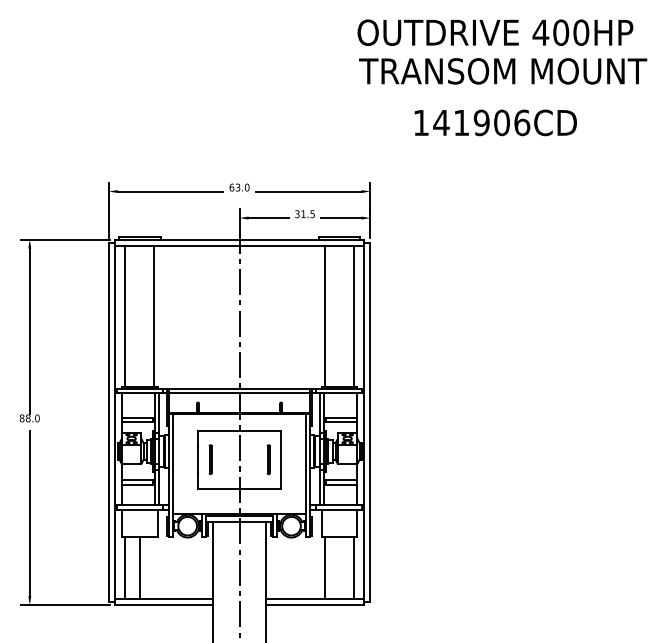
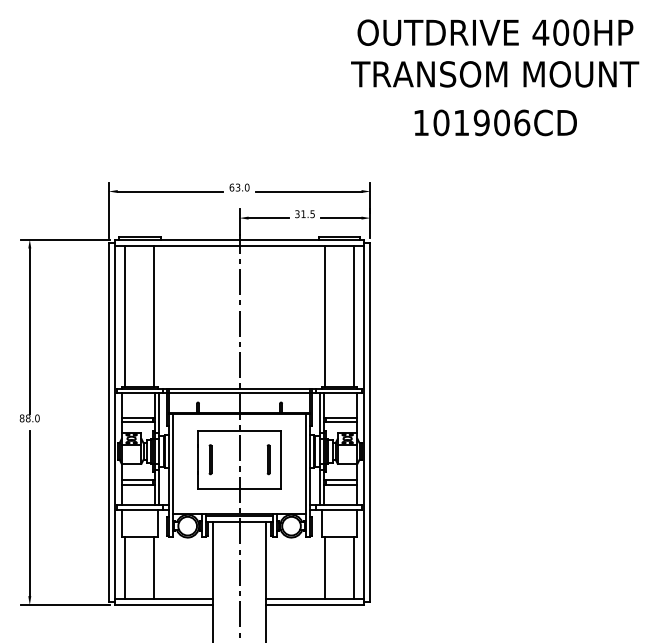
text at (503, 71) position: (503, 71) -> (495, 74)
text at (441, 122): 141906CD -> 101906CD
line at (140, 567) position: (140, 567) -> (154, 567)
